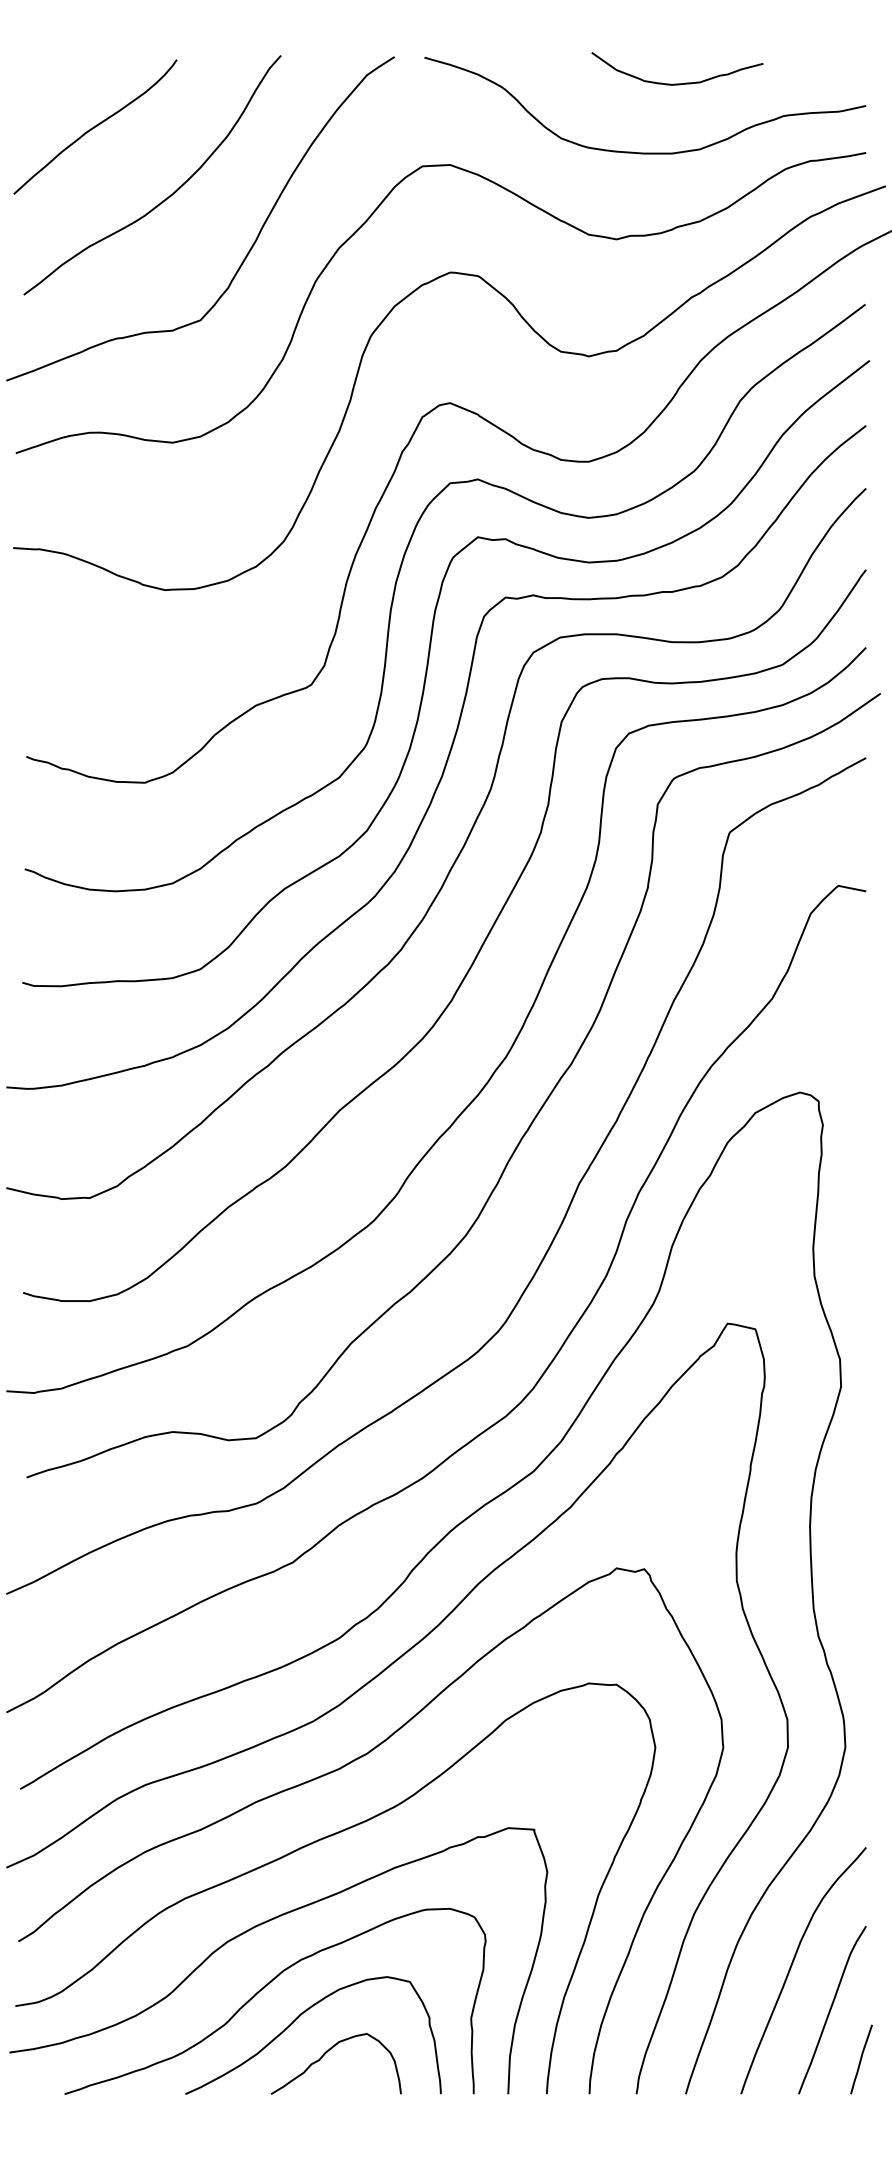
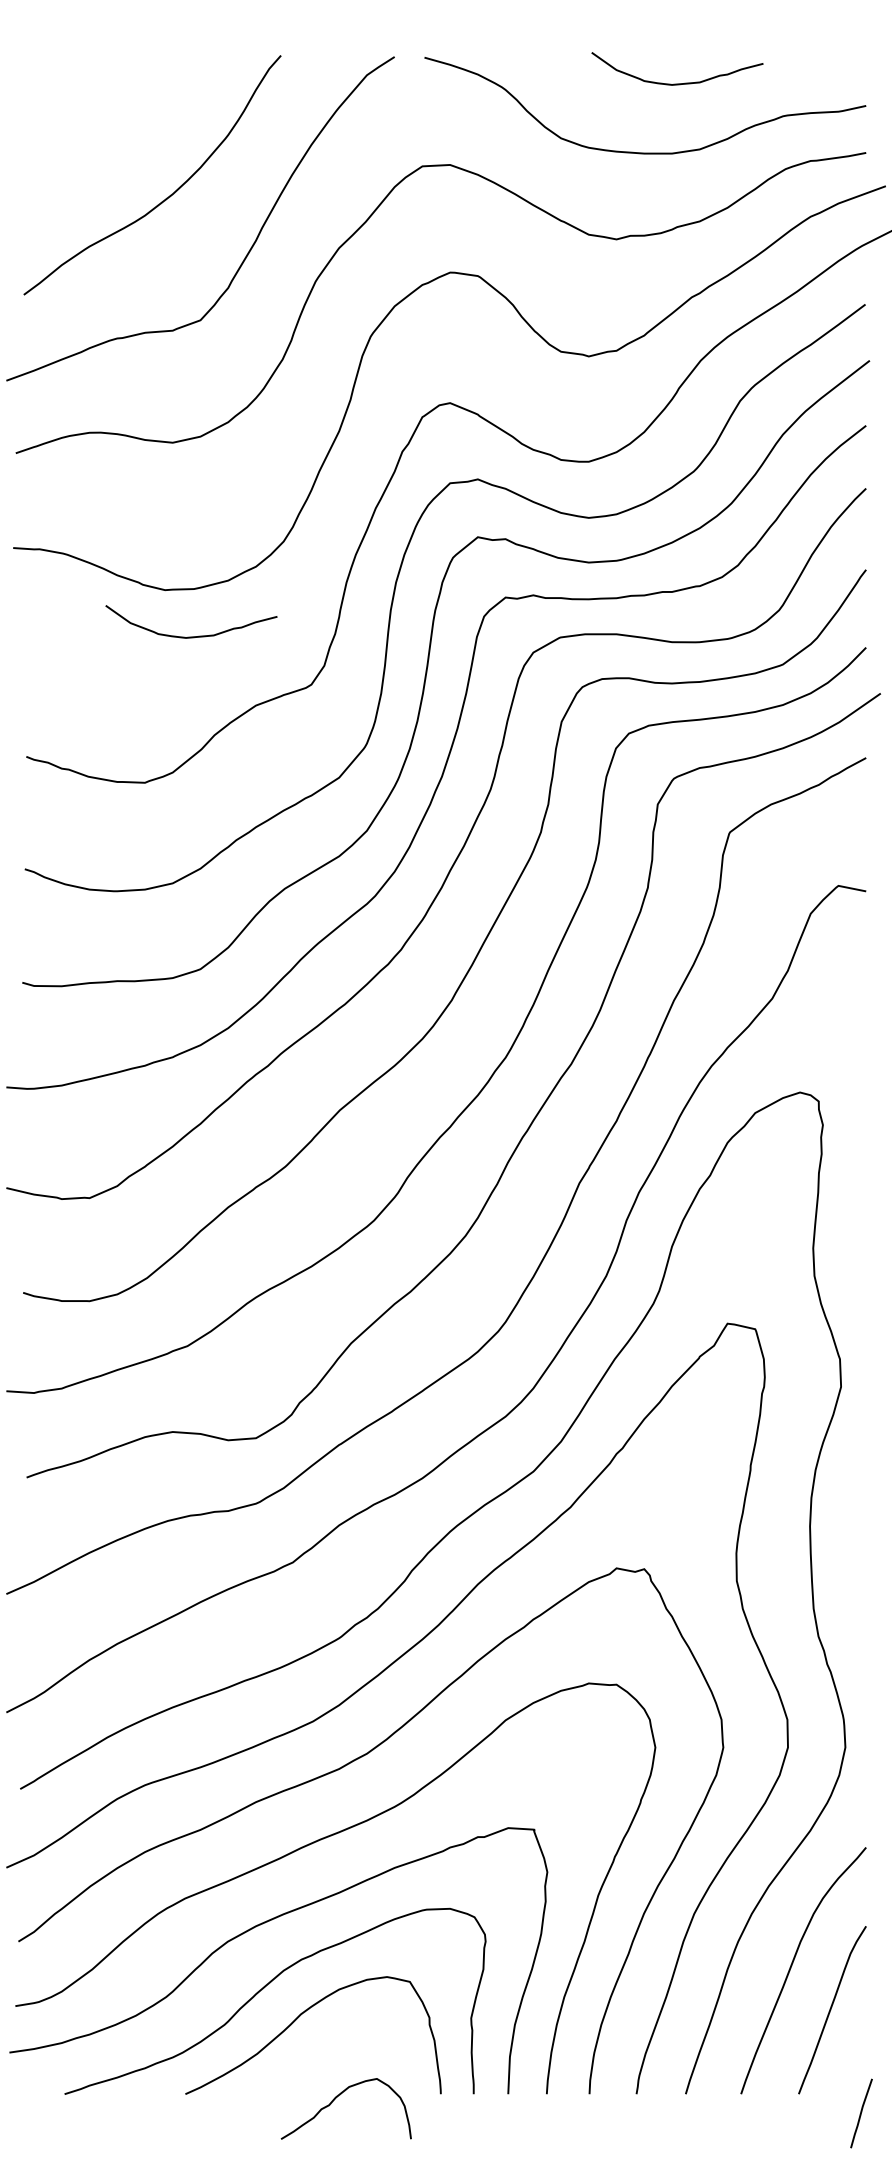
curve at (95, 126): present -> none
curve at (191, 636): none -> present
curve at (326, 2053) position: (326, 2053) -> (336, 2098)
line at (861, 2059) position: (861, 2059) -> (861, 2113)
